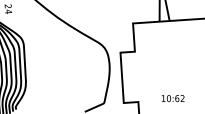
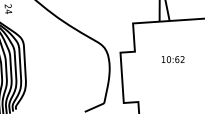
text at (173, 98) position: (173, 98) -> (173, 59)
